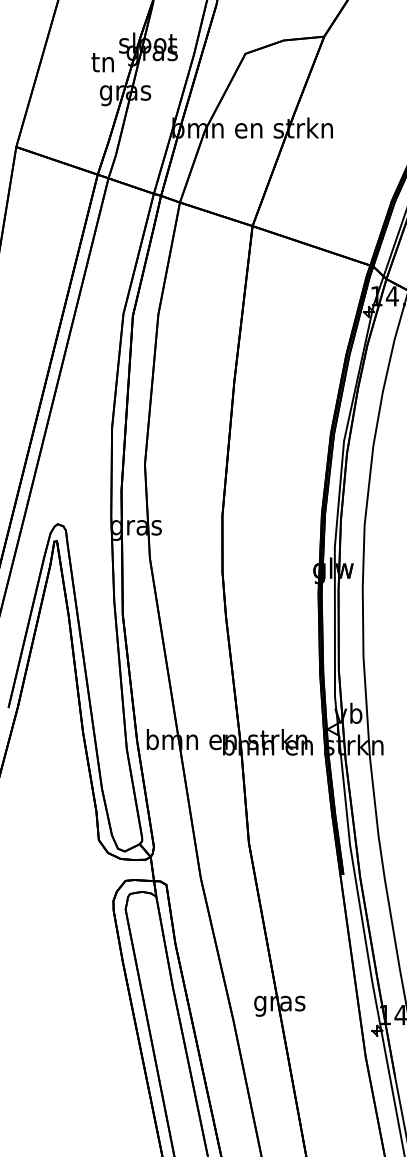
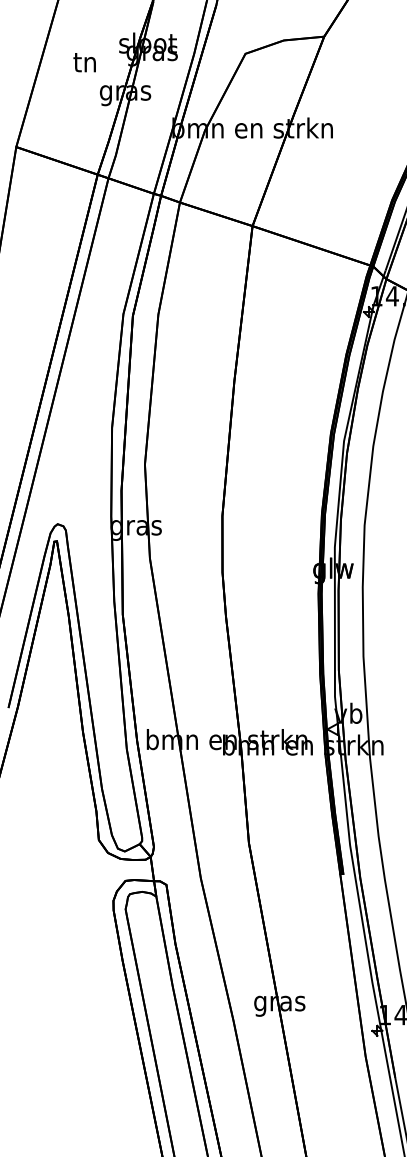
text at (102, 62) position: (102, 62) -> (84, 62)
